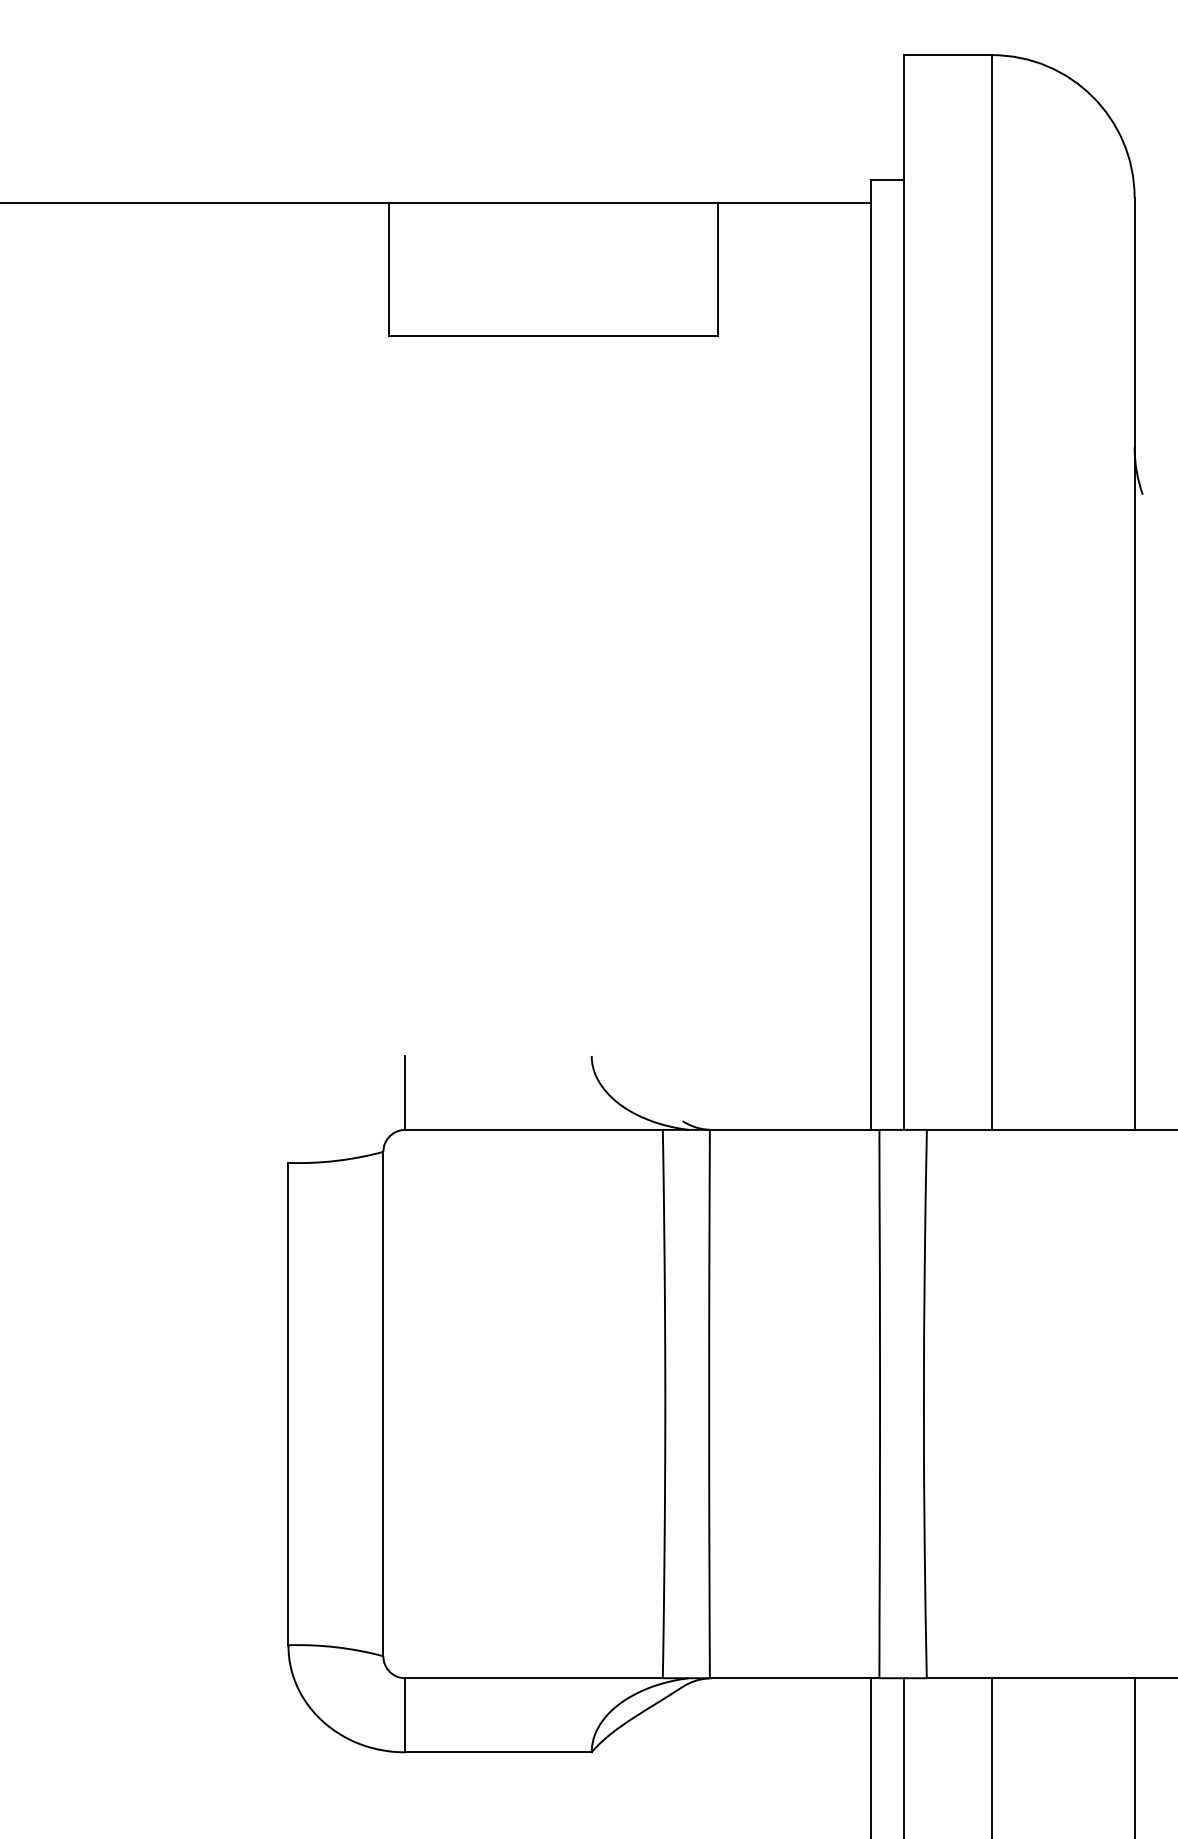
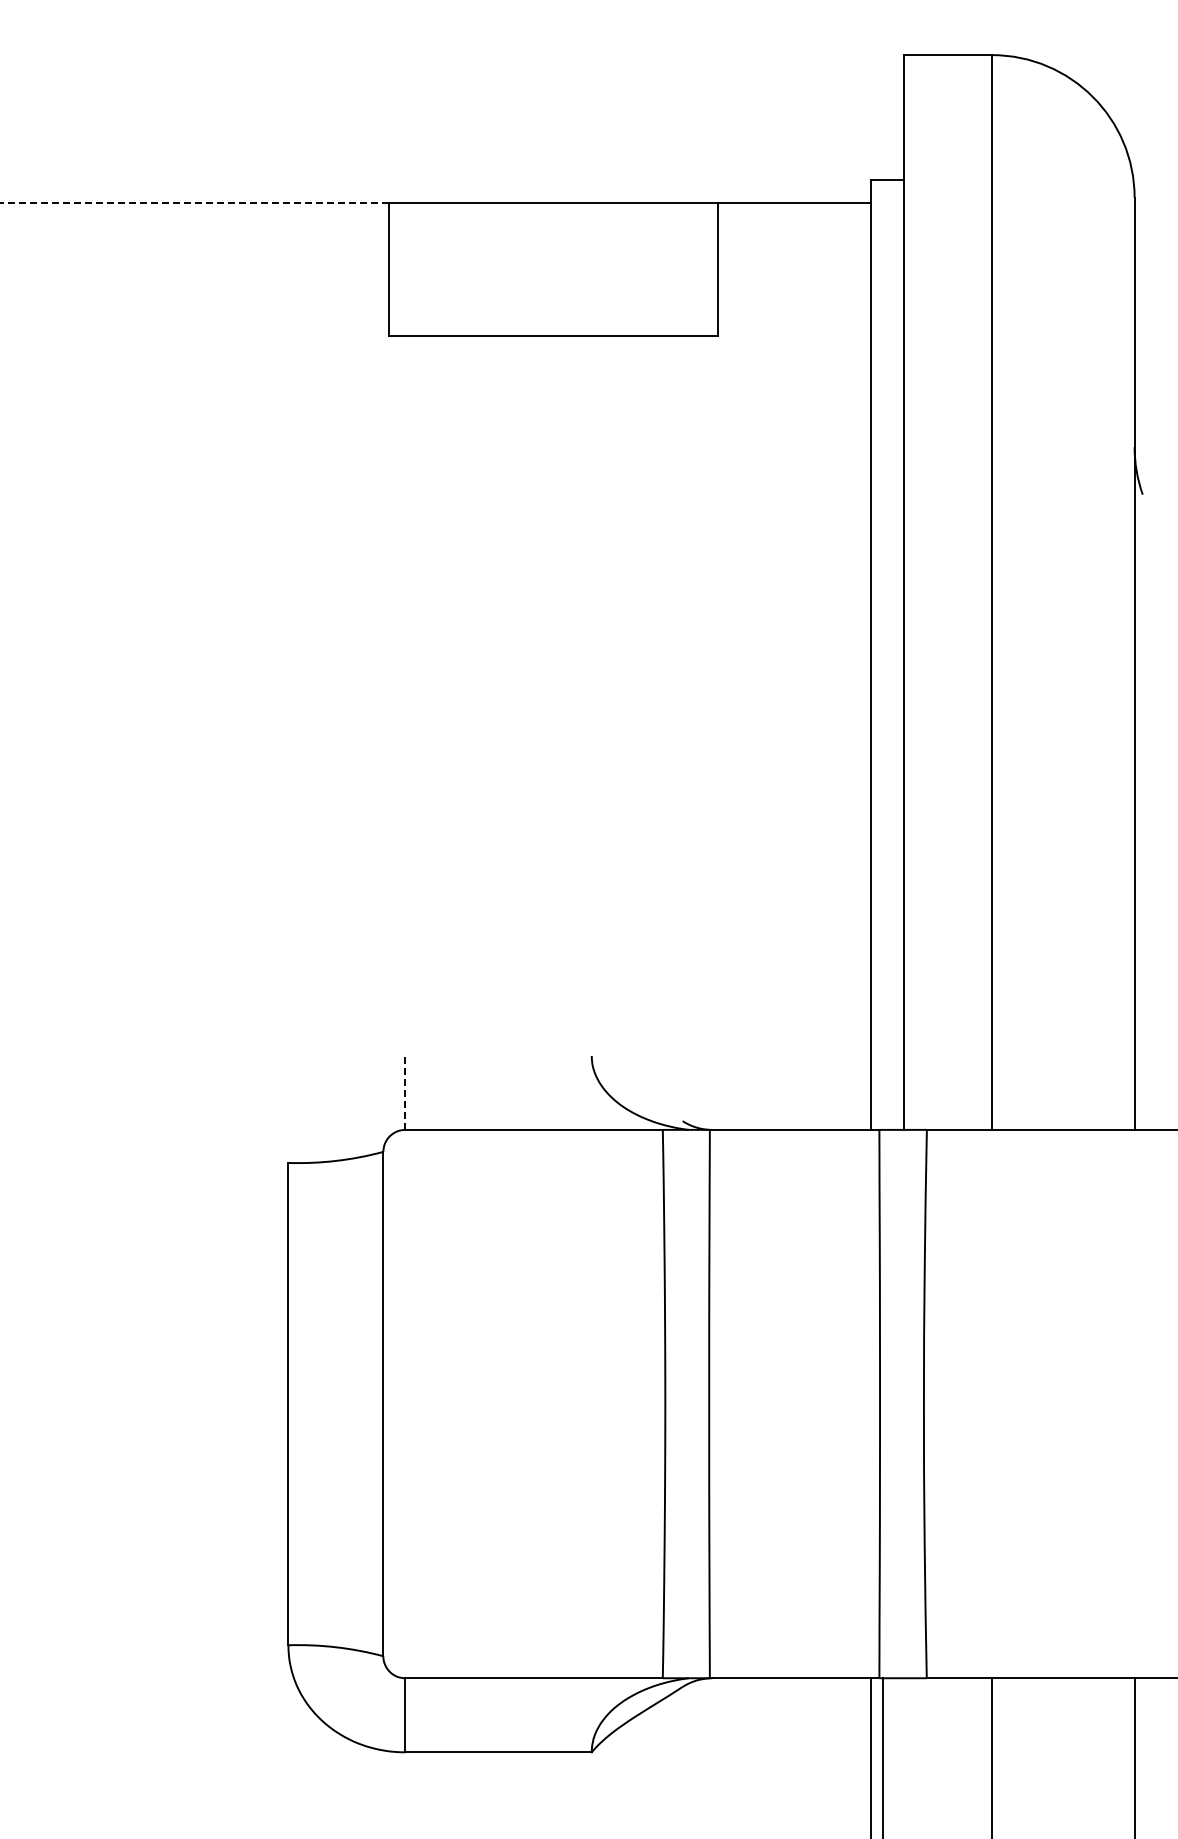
line at (194, 203): solid -> dashed
line at (405, 1092): solid -> dashed
line at (904, 1756) position: (904, 1756) -> (883, 1756)
